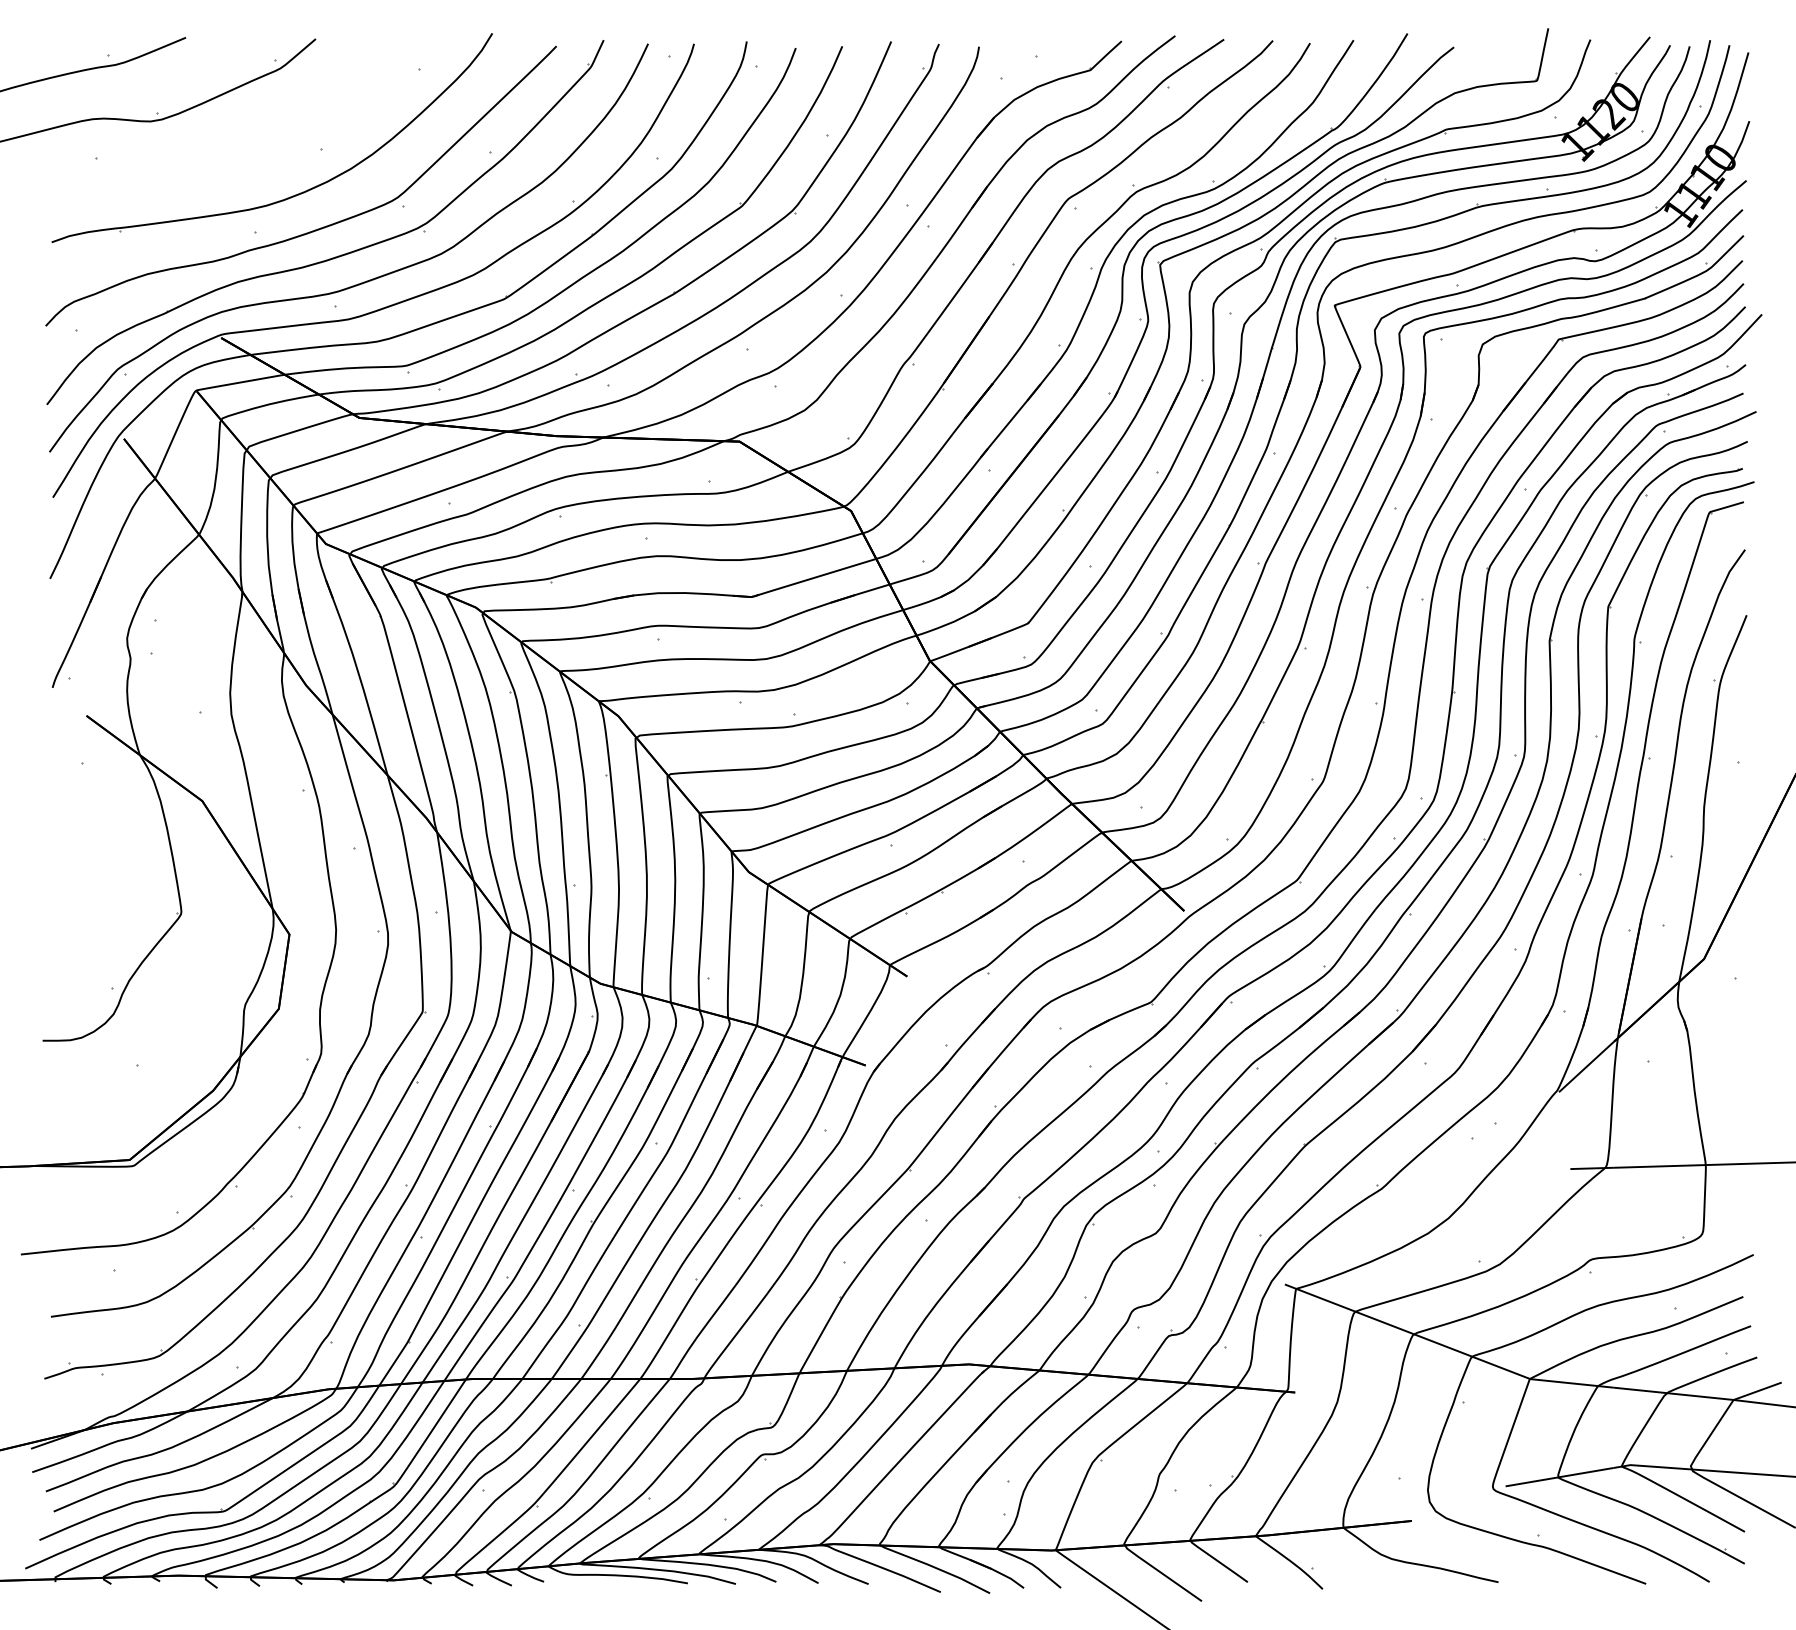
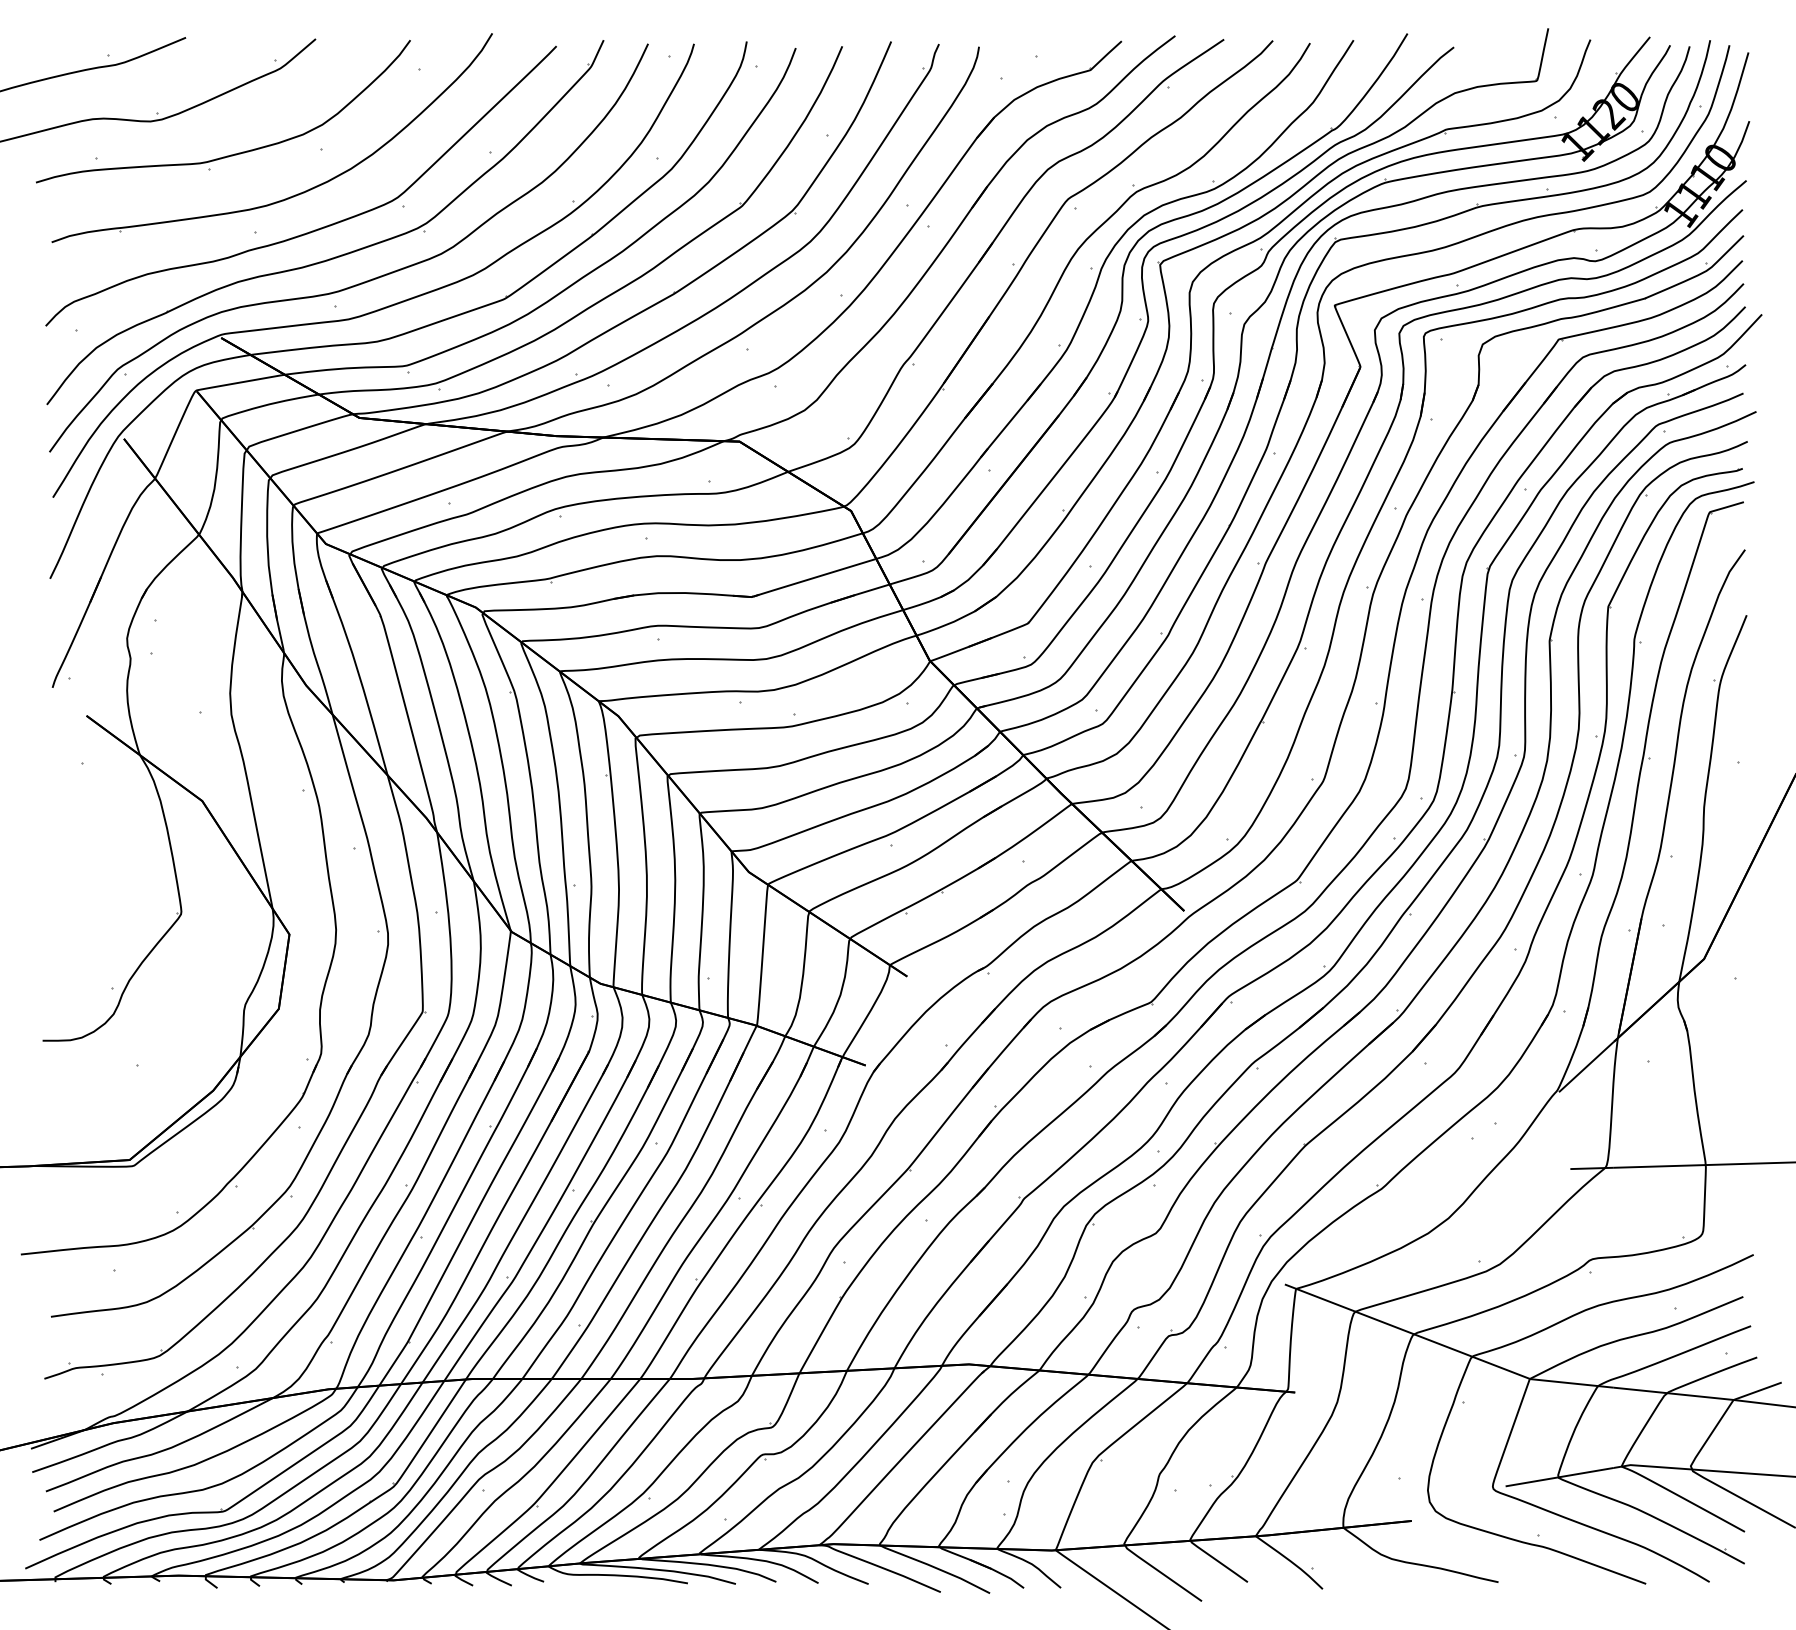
part at (234, 153): none -> present
